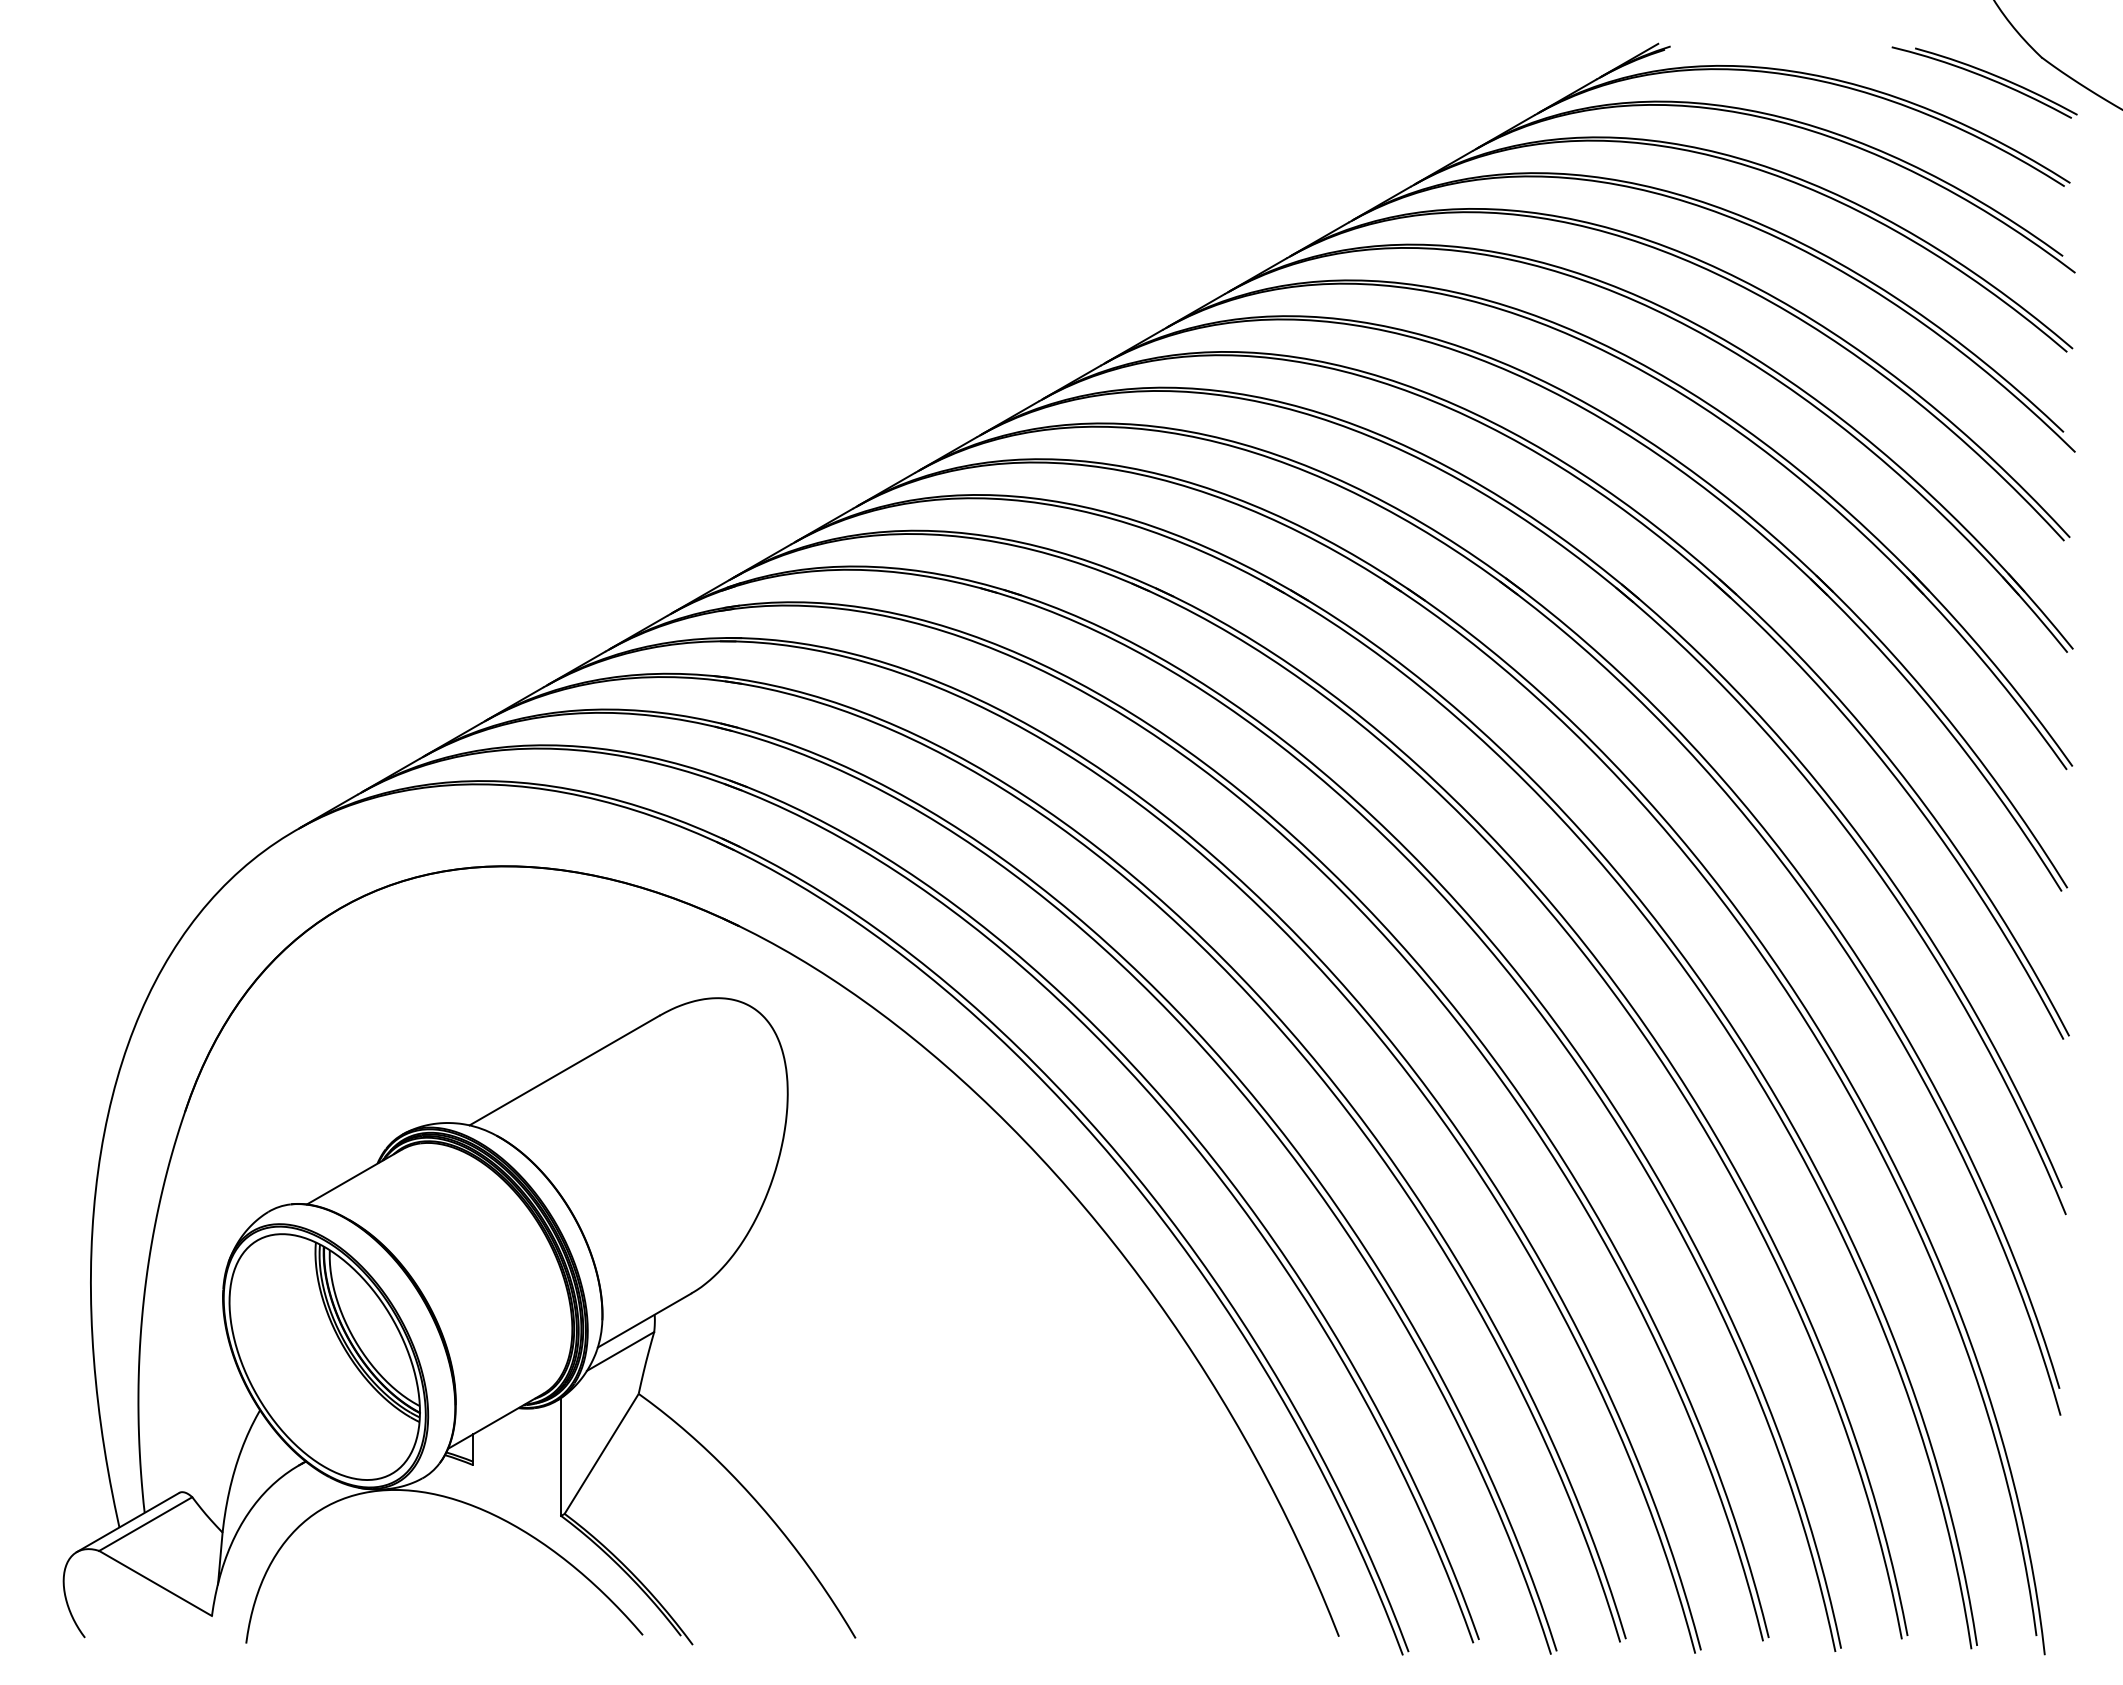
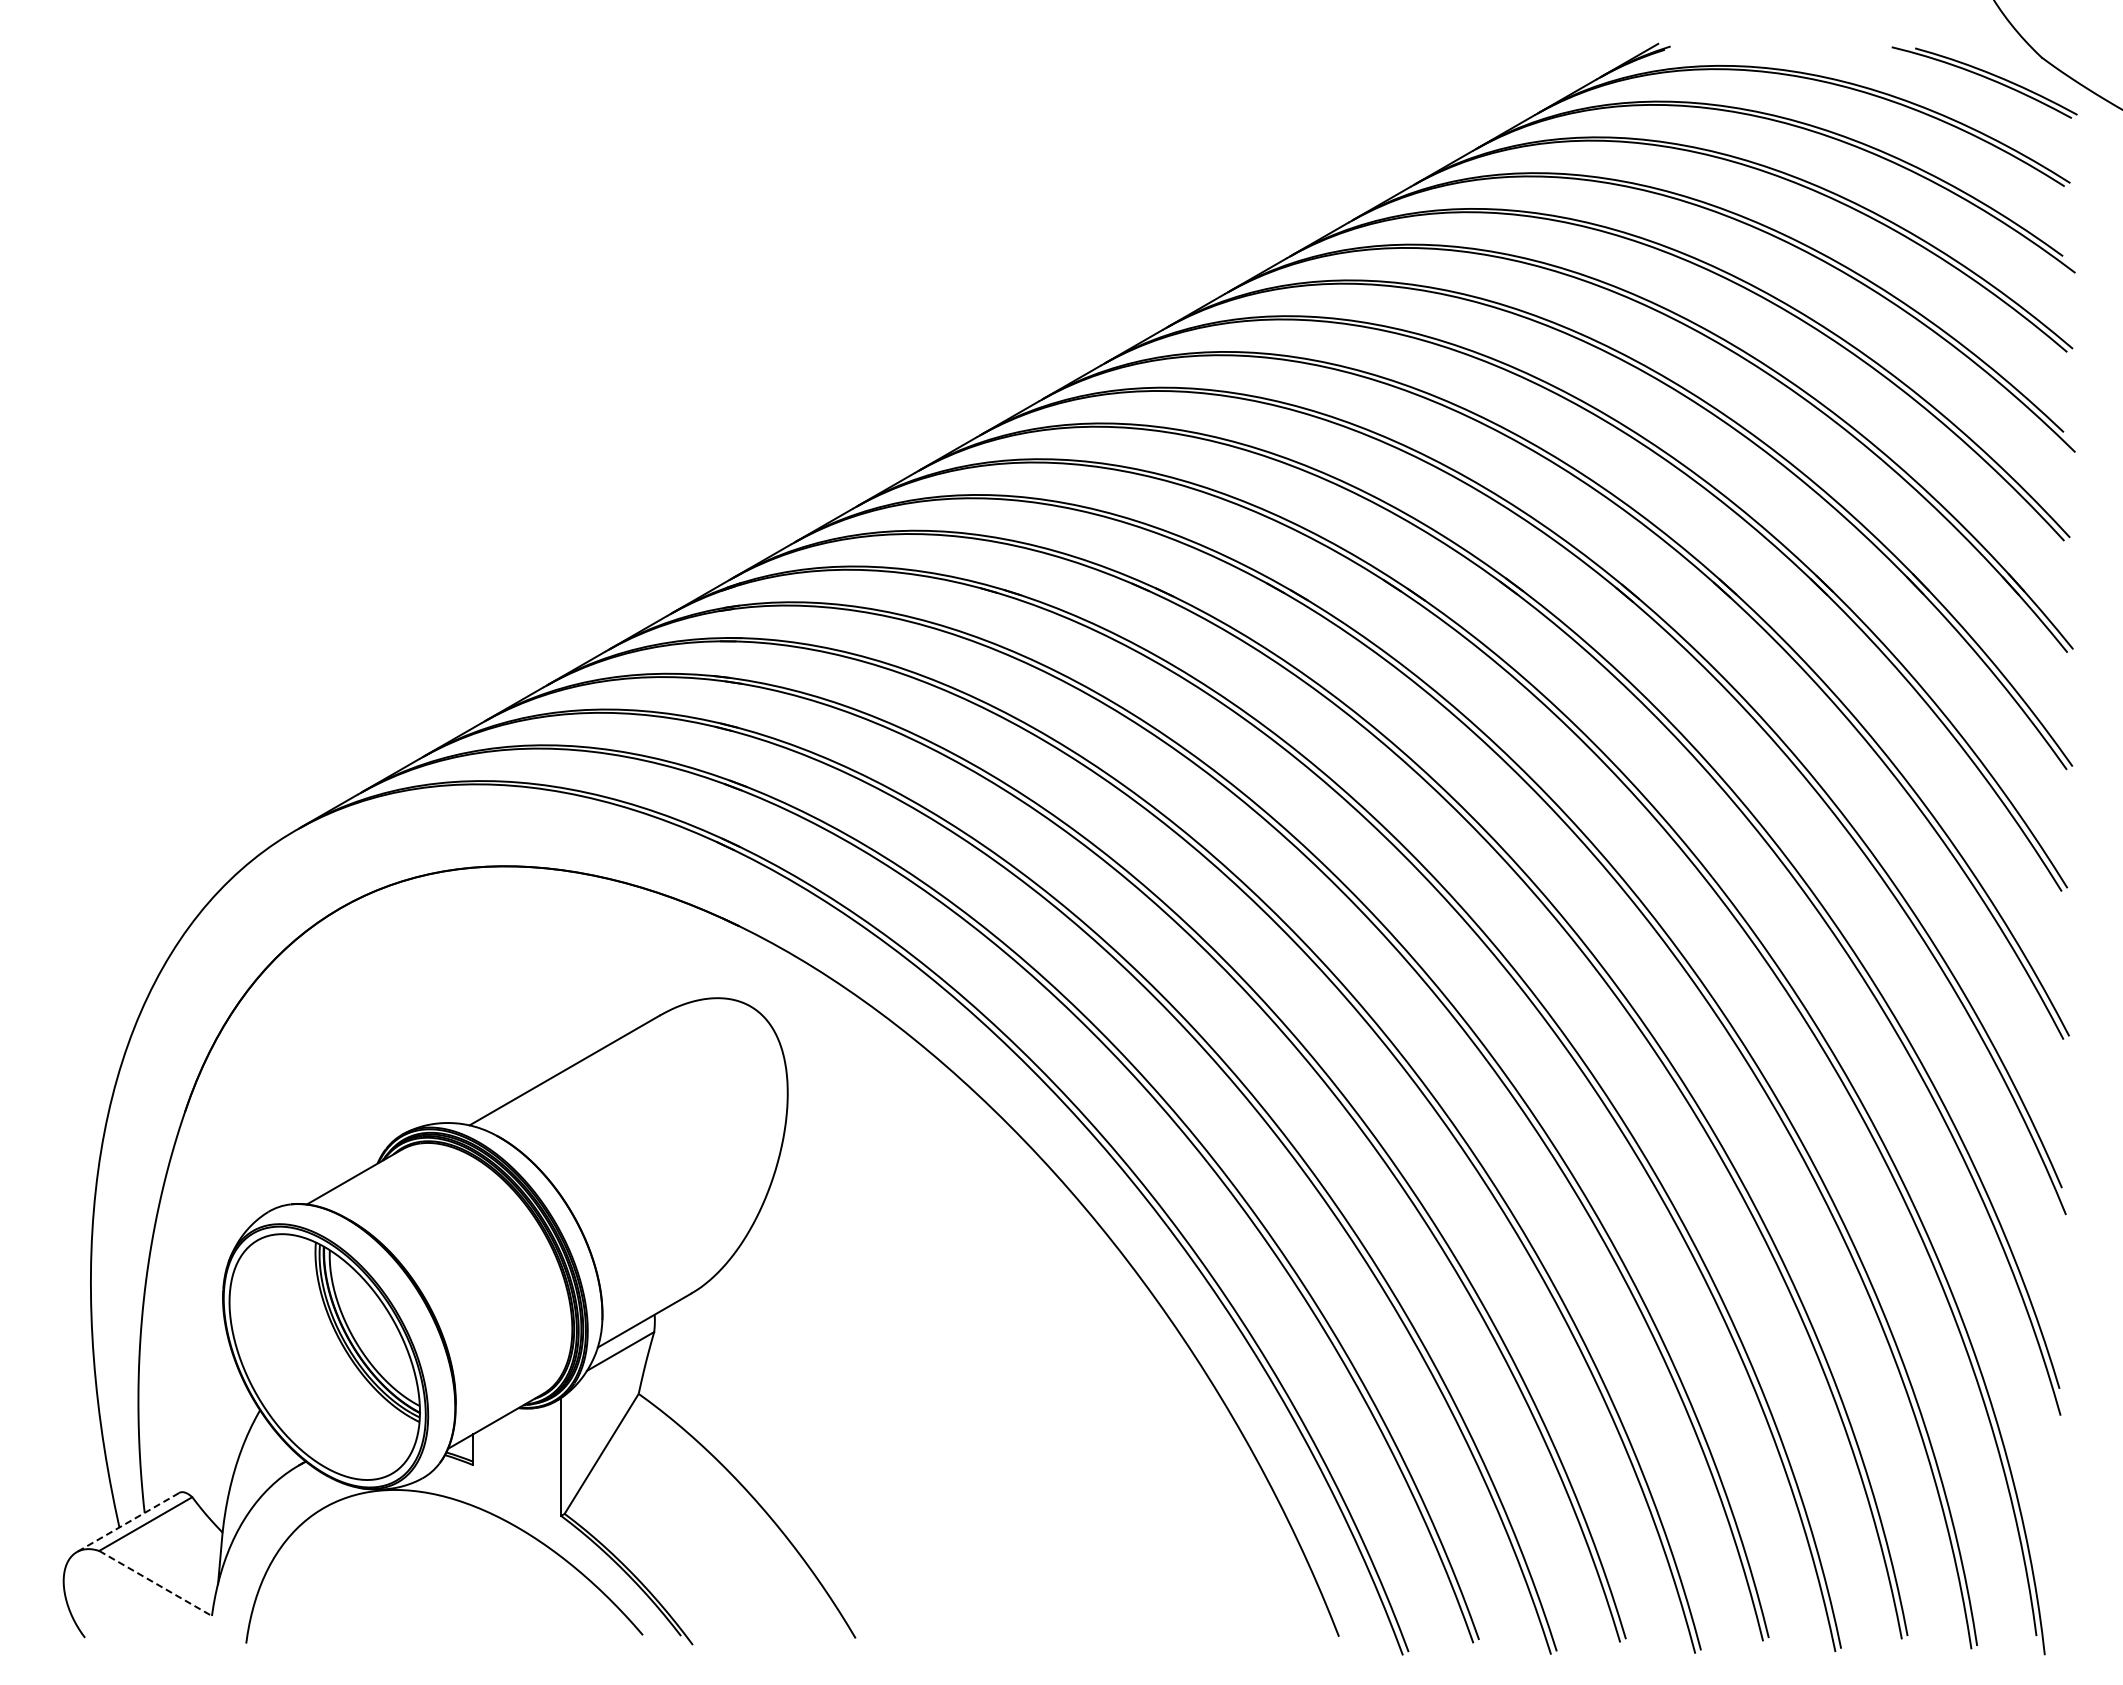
line at (127, 1522): solid -> dashed
line at (156, 1583): solid -> dashed
